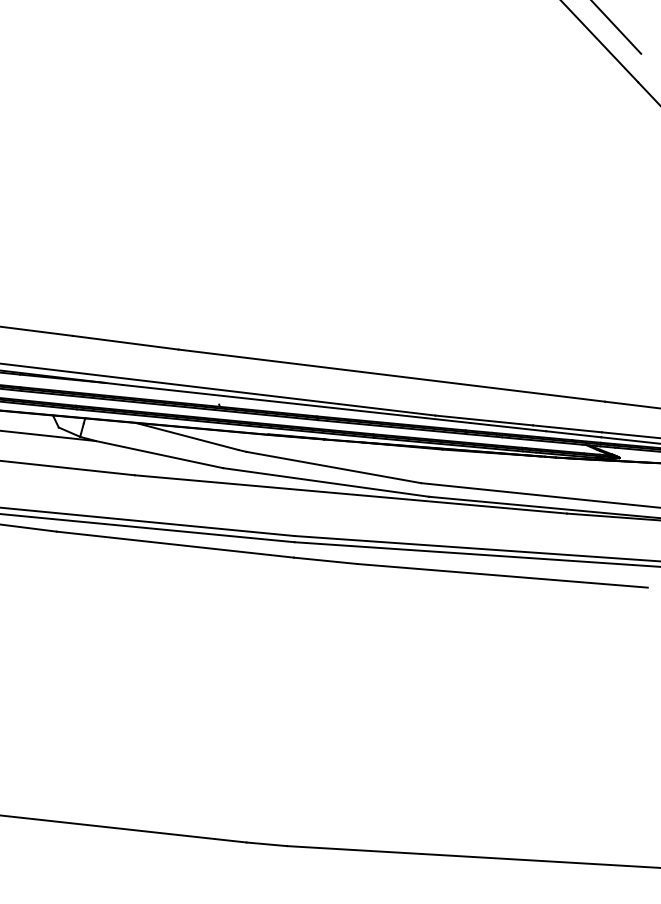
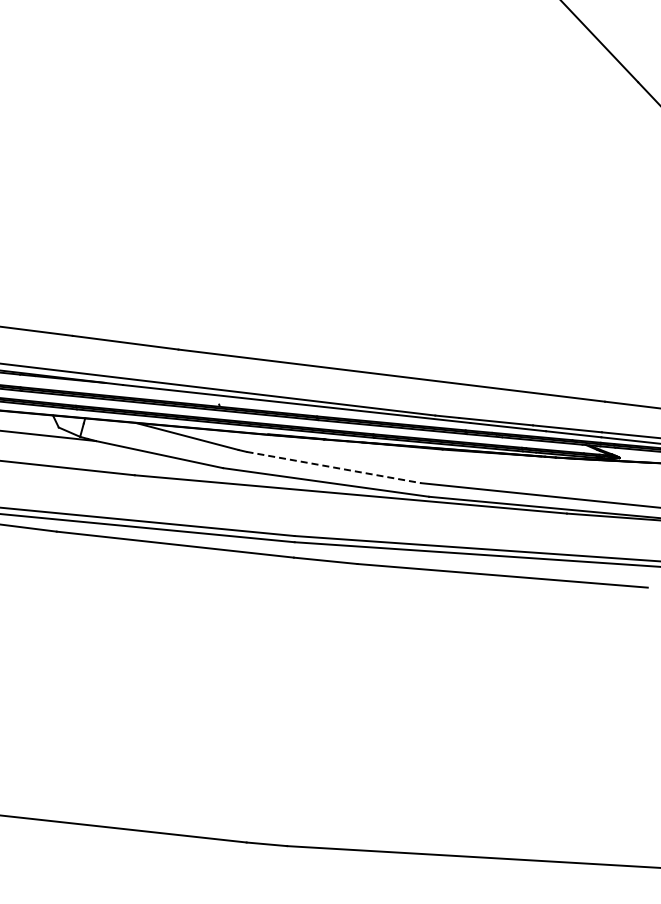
line at (617, 27): present -> none
line at (333, 467): solid -> dashed
